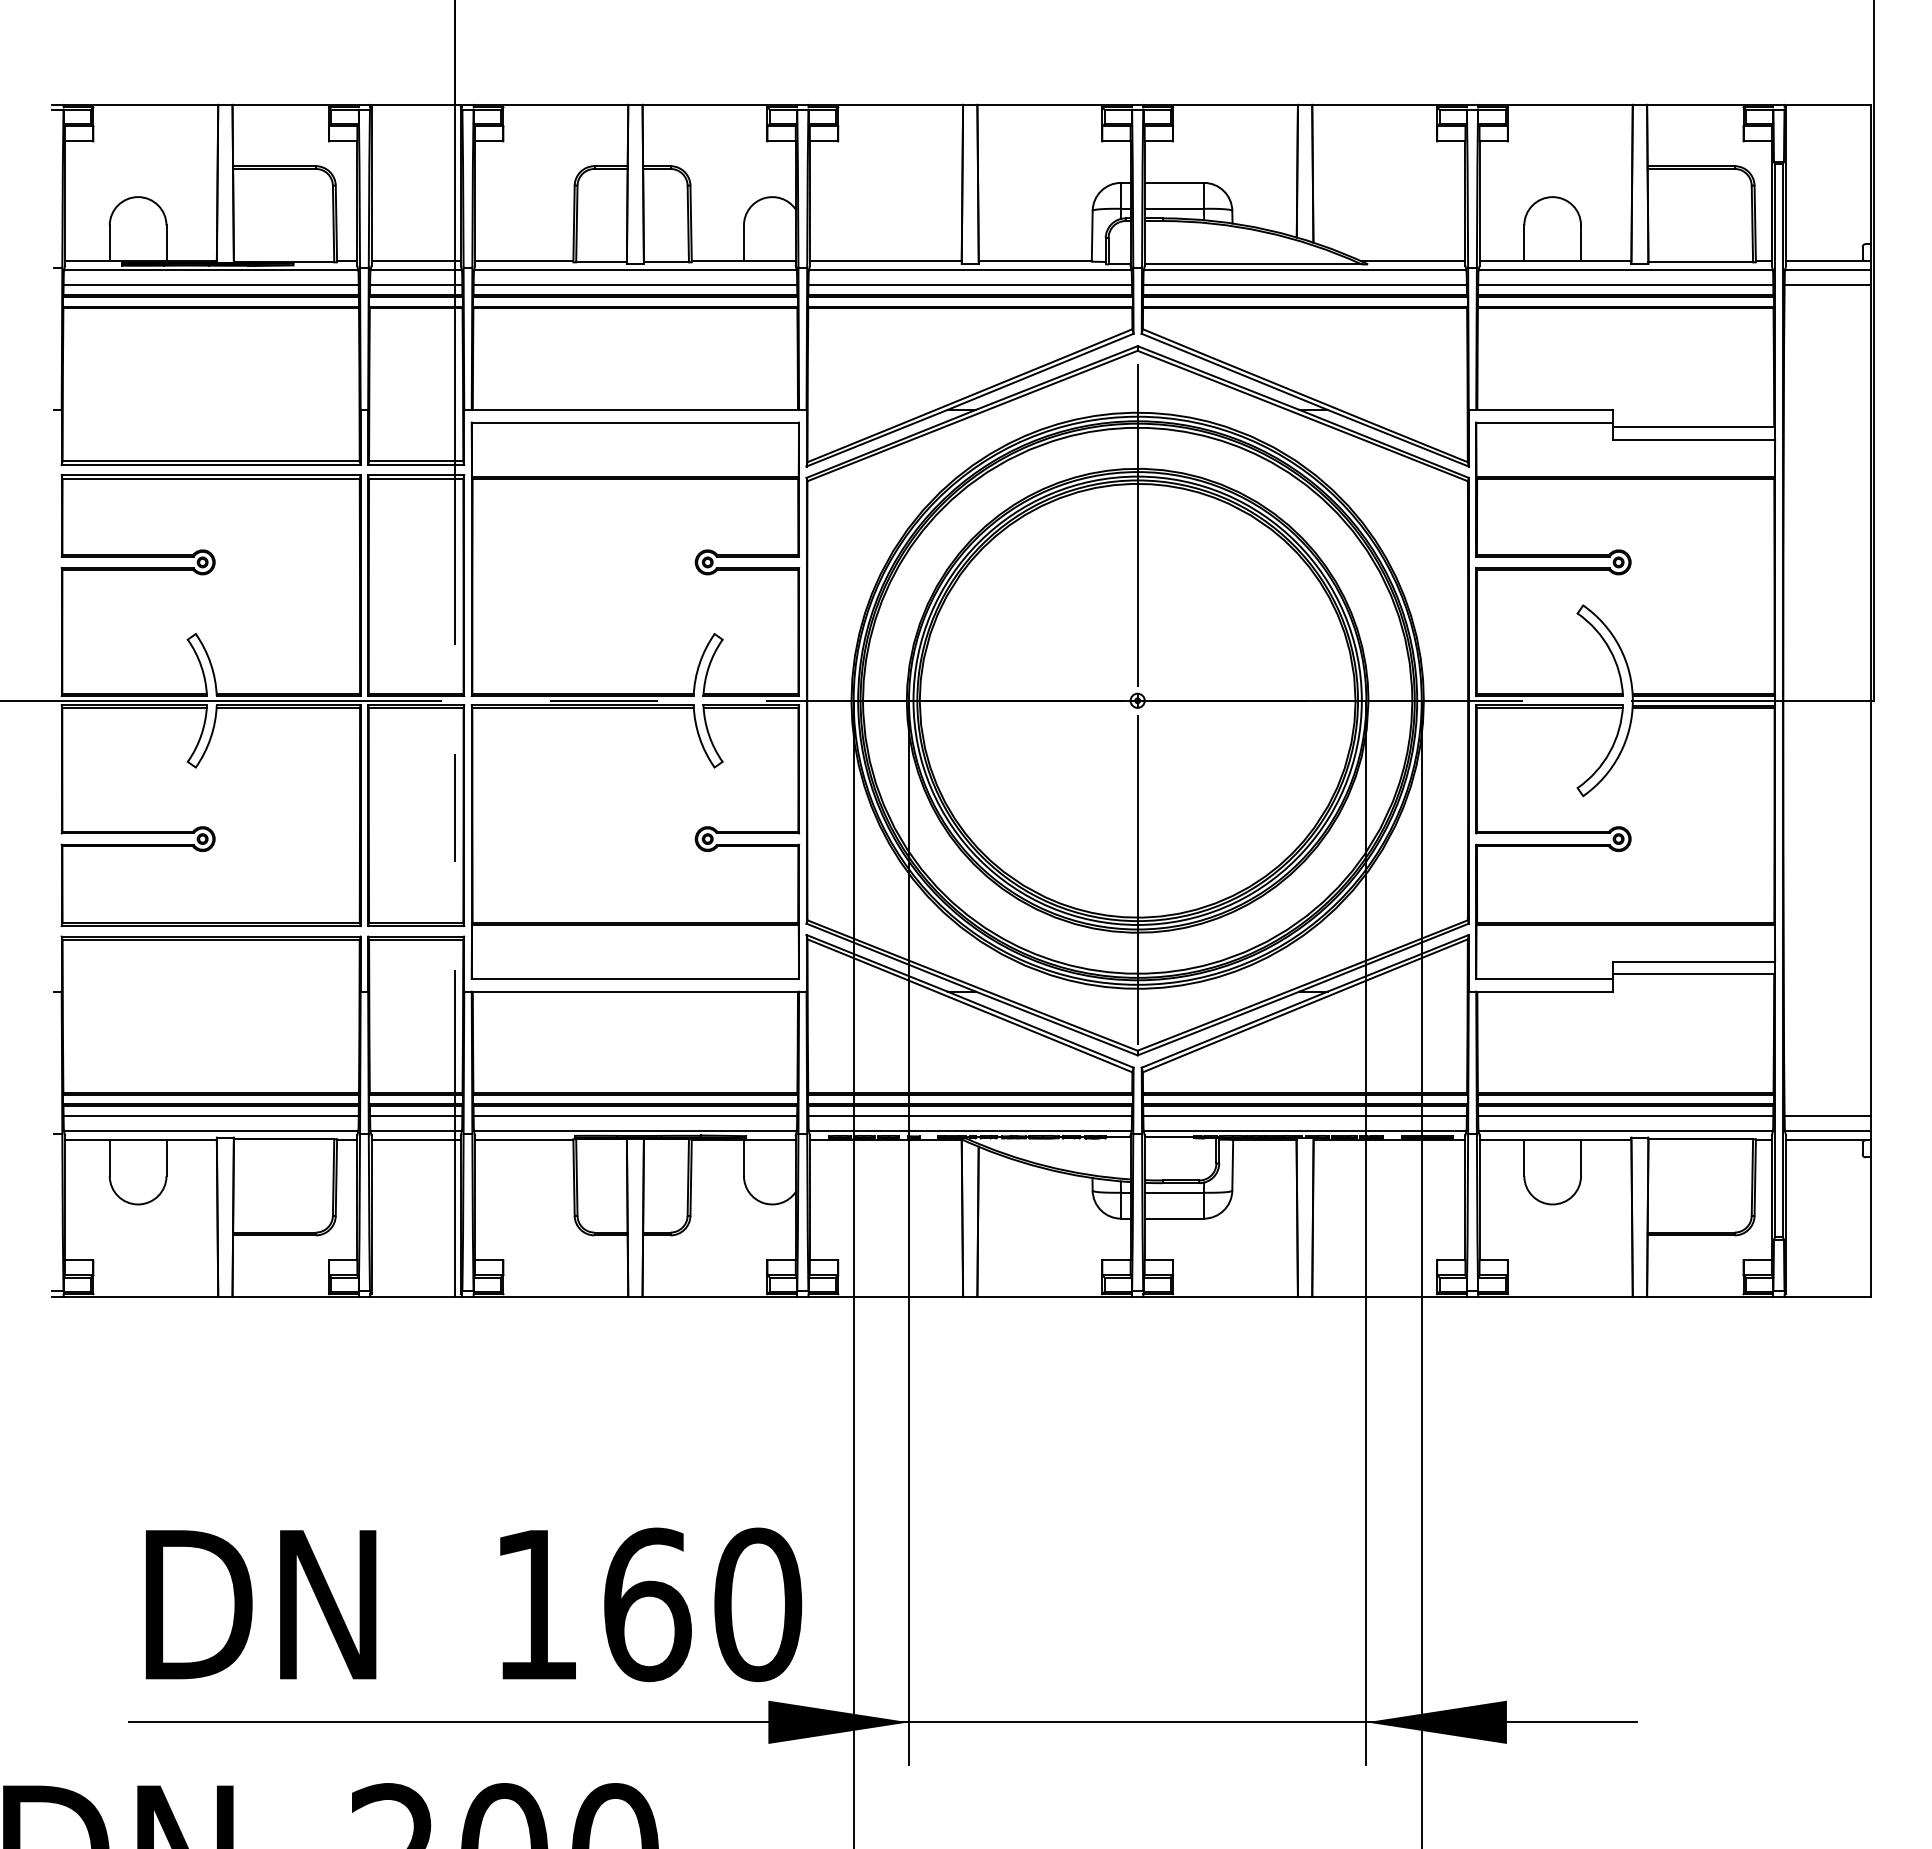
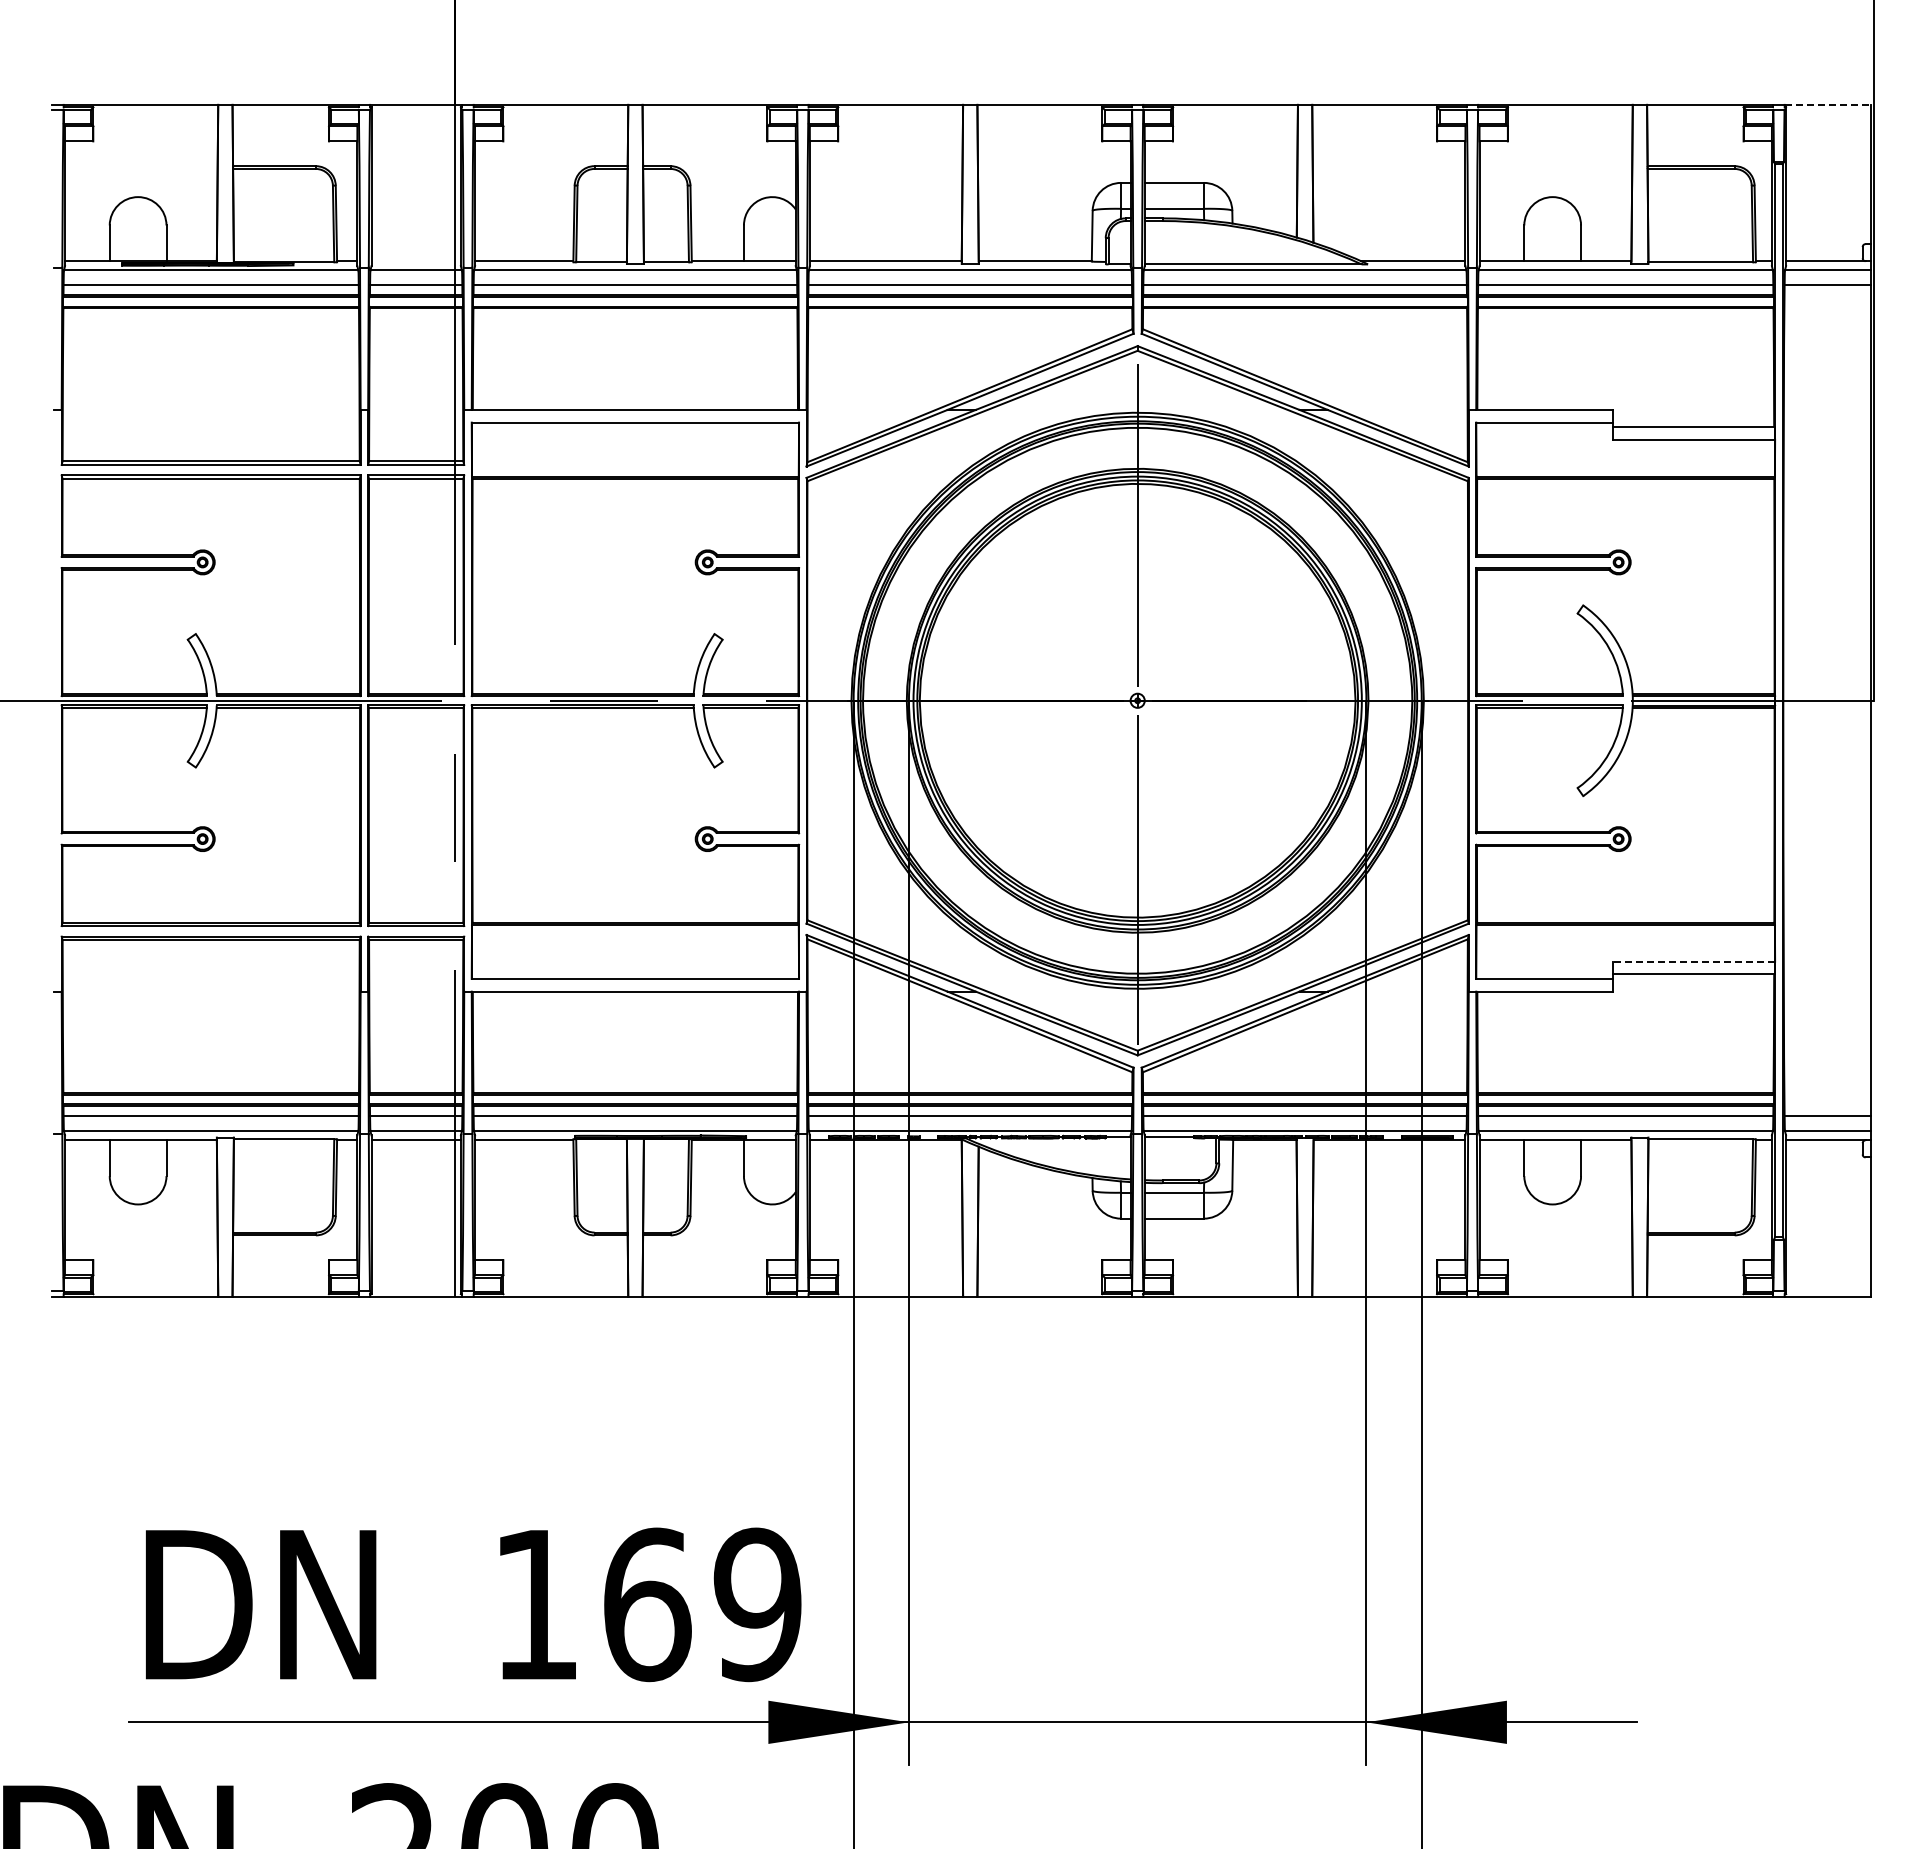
line at (1828, 104): solid -> dashed
line at (415, 261): present -> none
line at (1693, 961): solid -> dashed
text at (757, 1604): 160 -> 169
